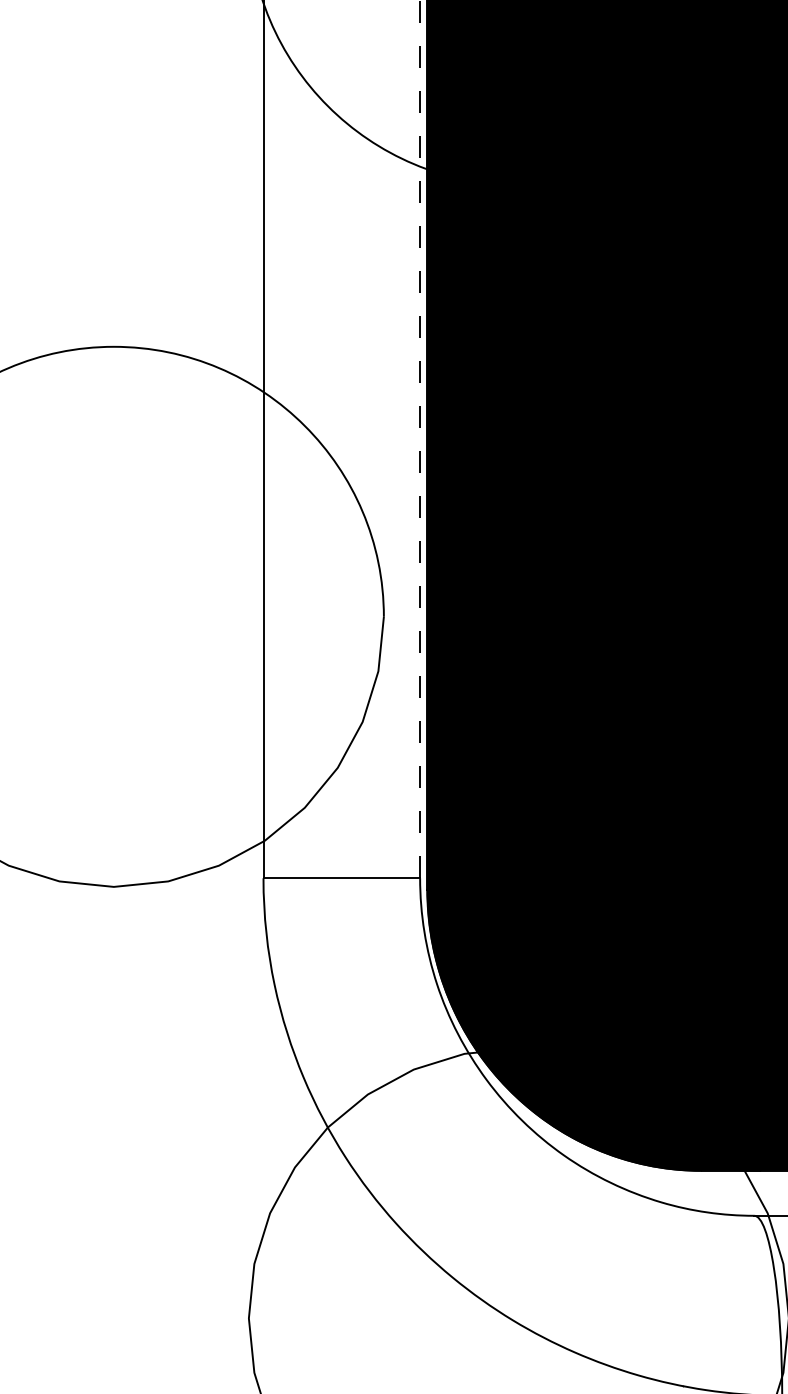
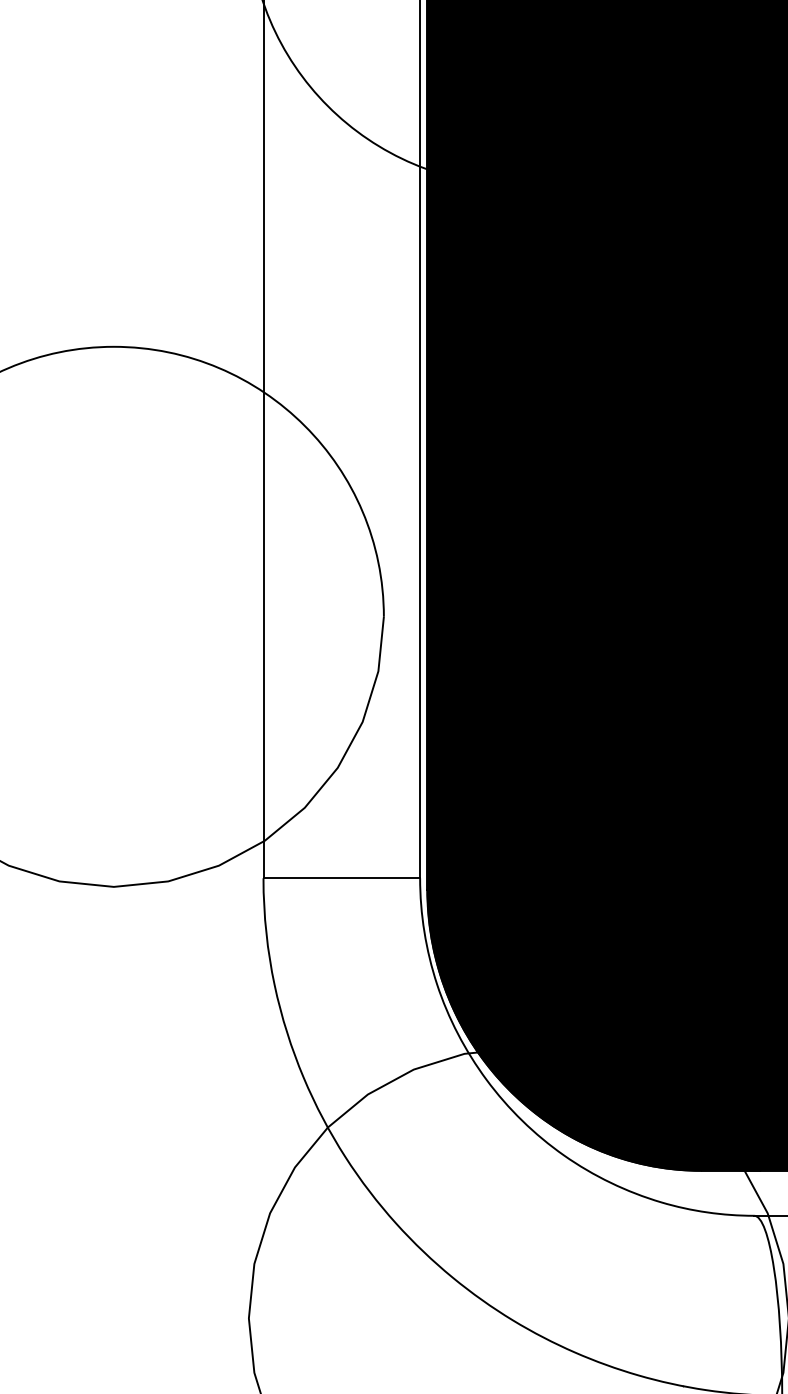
line at (420, 439): dashed -> solid
